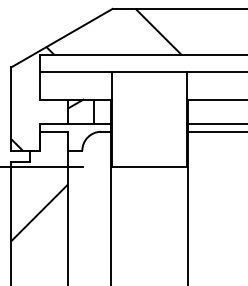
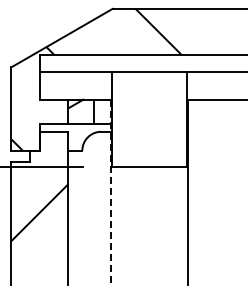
line at (216, 124): present -> none
line at (216, 131): present -> none
line at (110, 192): solid -> dashed
